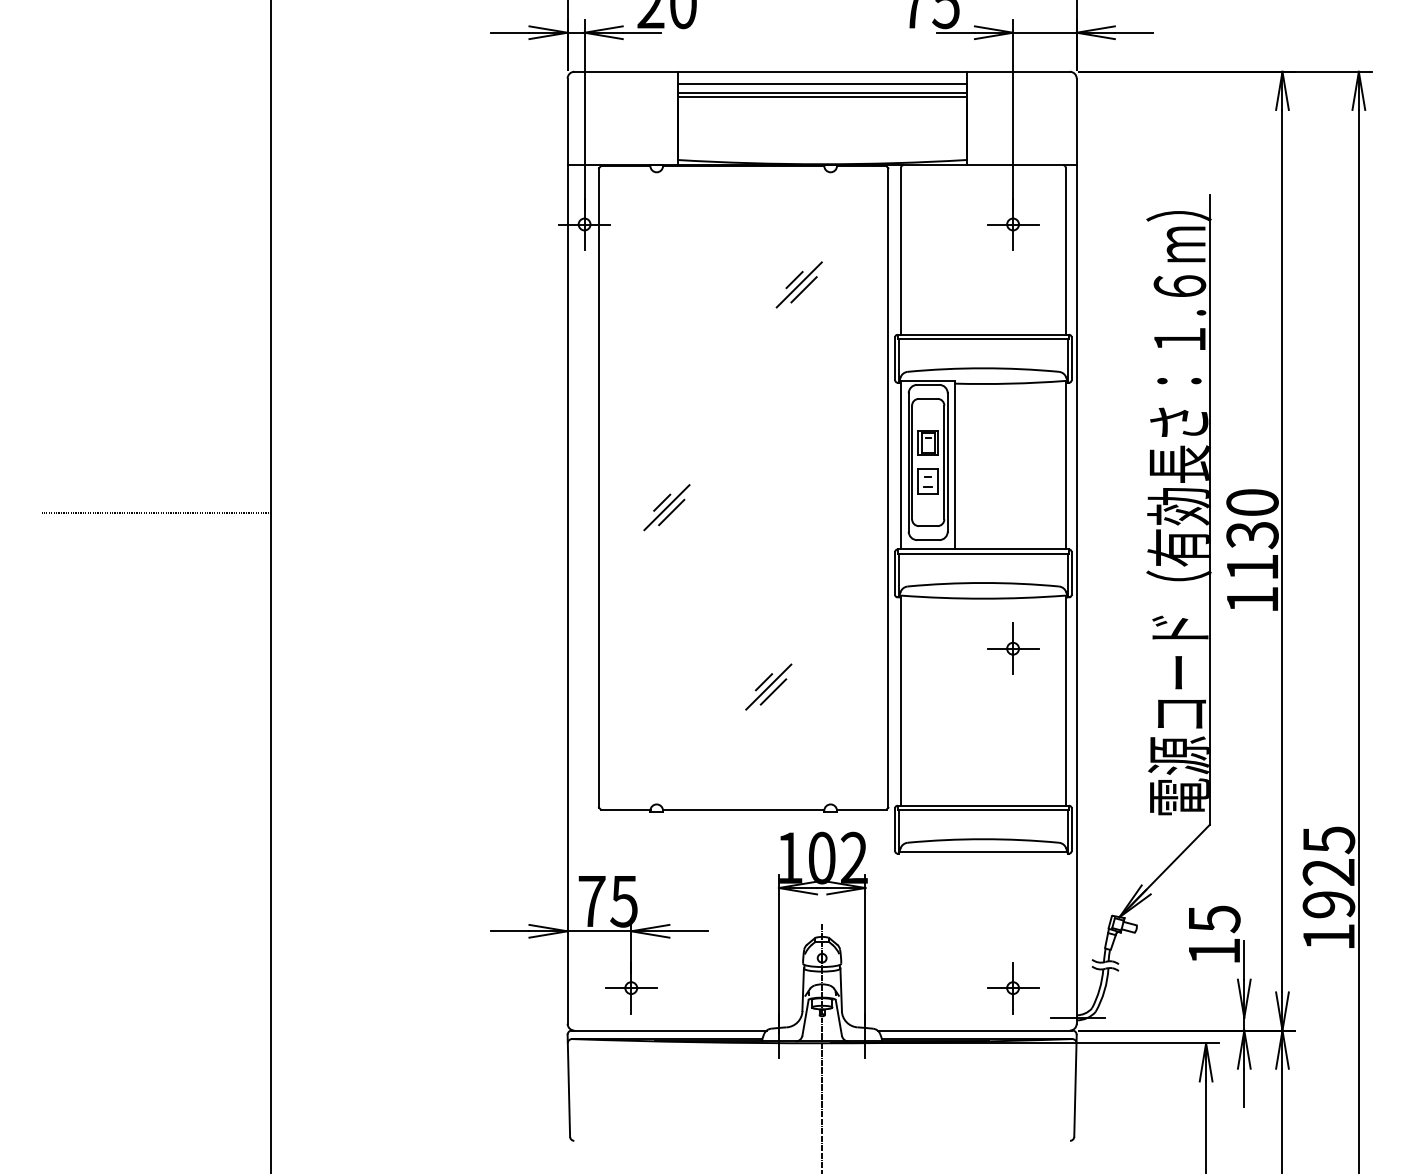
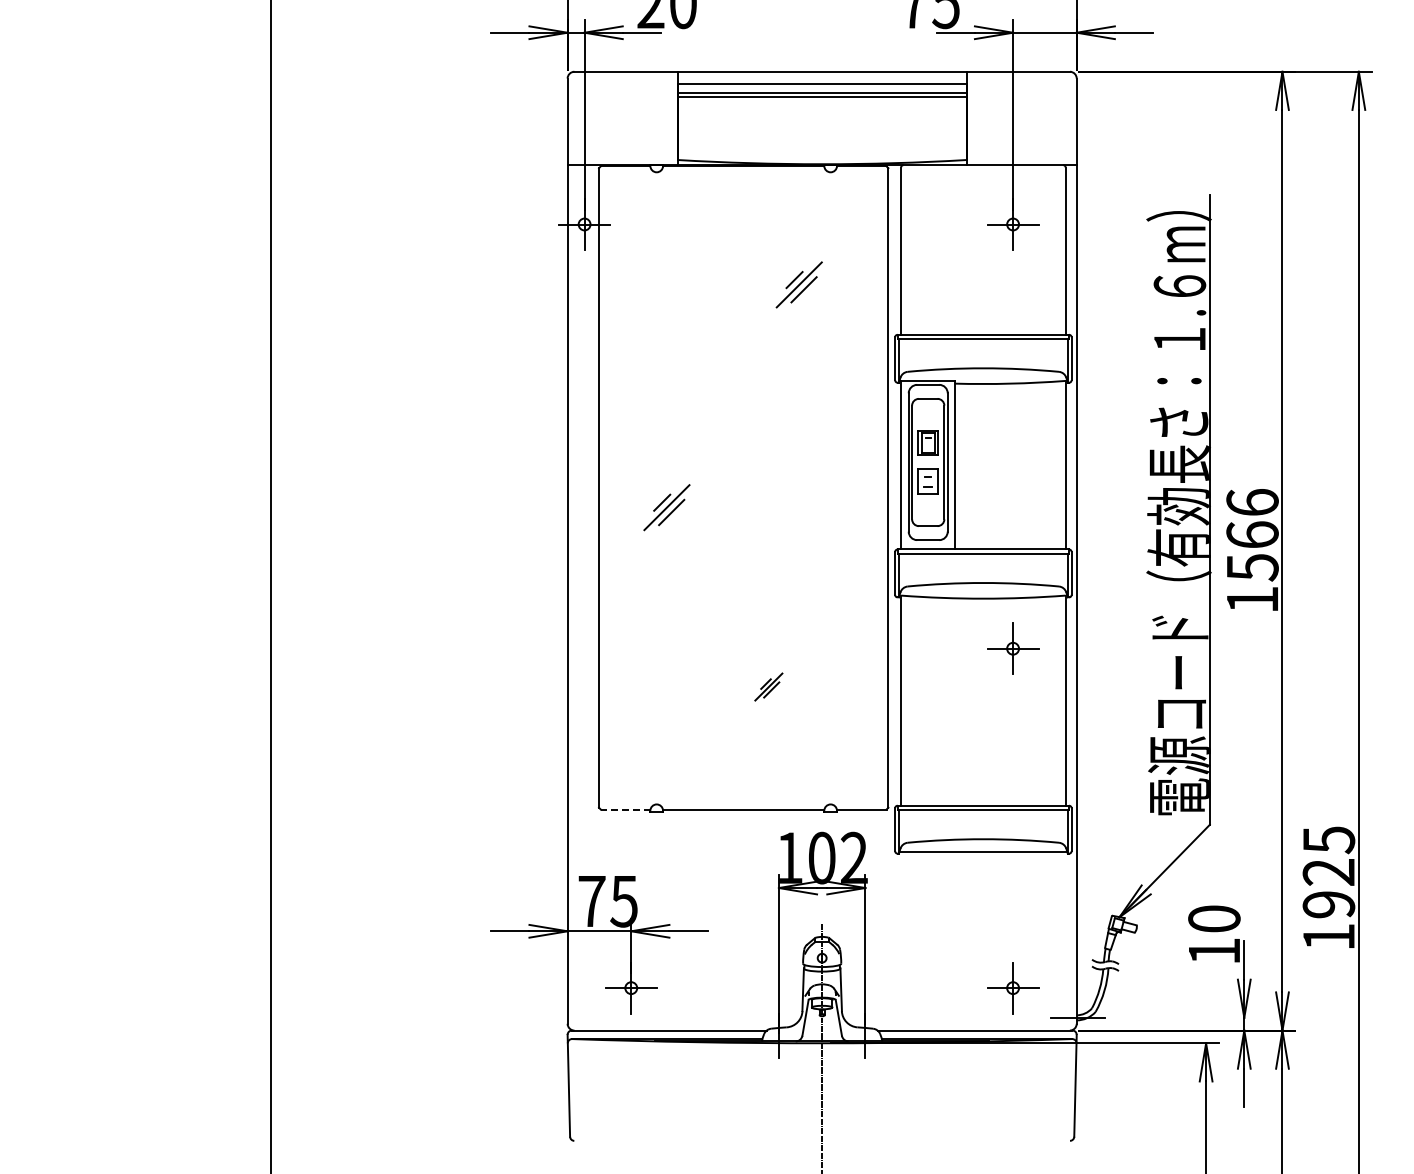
line at (155, 512): present -> none
text at (1252, 535): 1130 -> 1566
part at (768, 686) size: 48x48 px -> 30x30 px
line at (625, 809): solid -> dashed
text at (1214, 919): 15 -> 10
